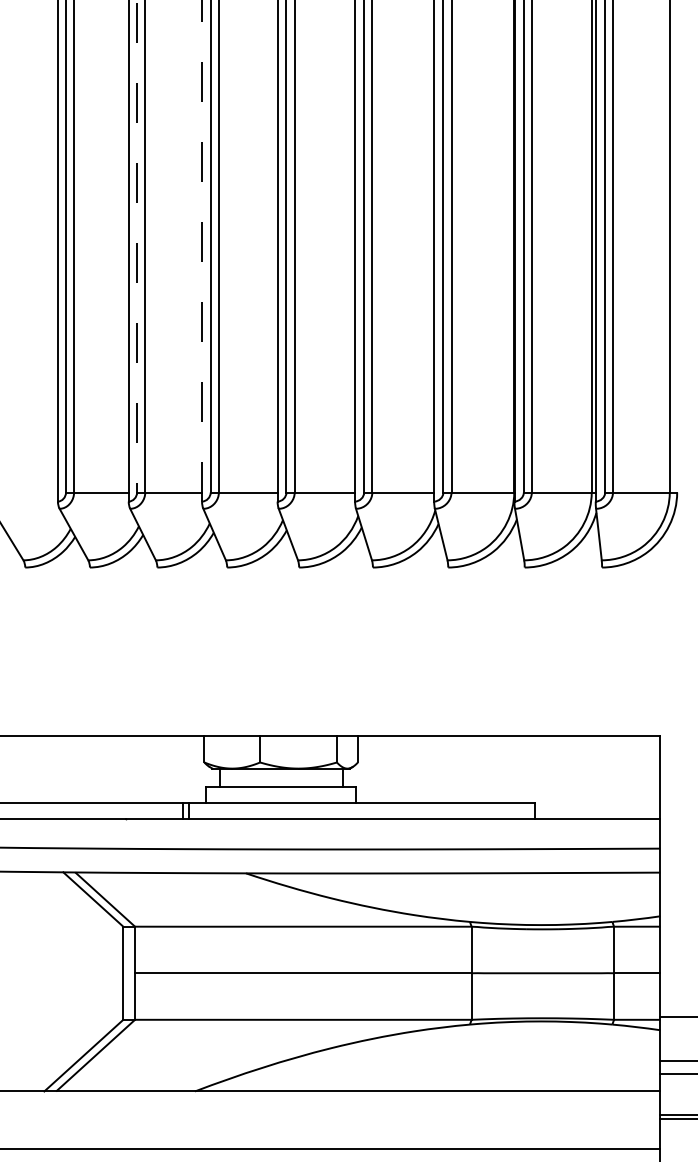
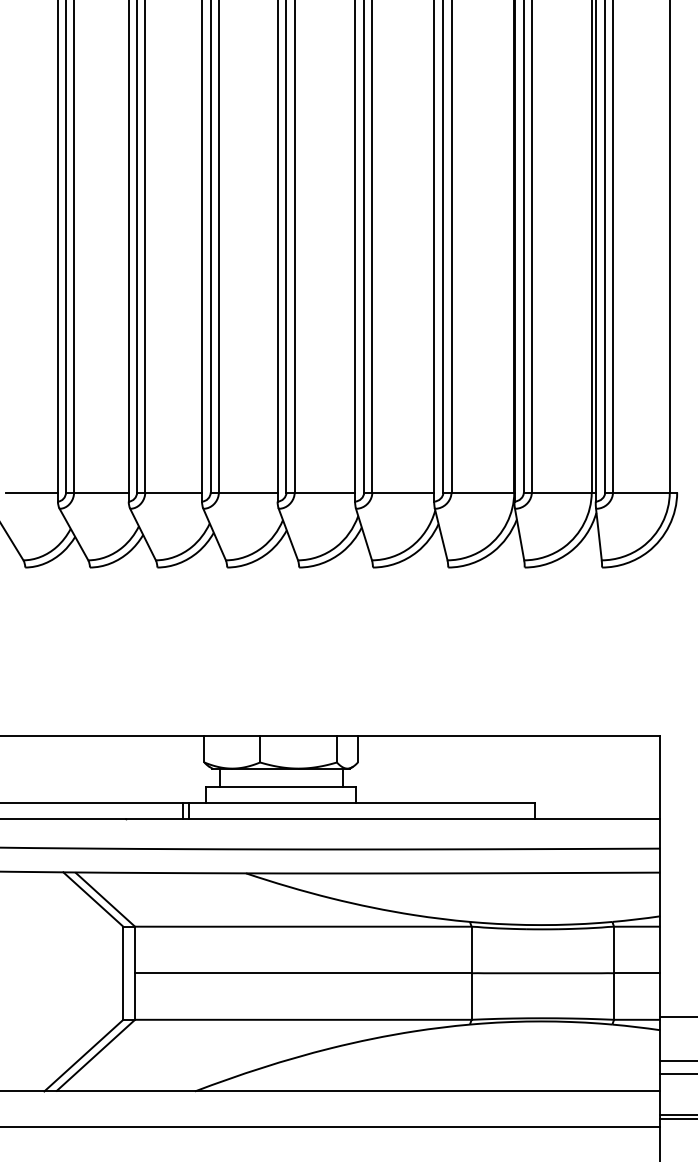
line at (137, 246): dashed -> solid
line at (202, 250): dashed -> solid
line at (31, 492): none -> present
line at (331, 1149) position: (331, 1149) -> (331, 1127)
